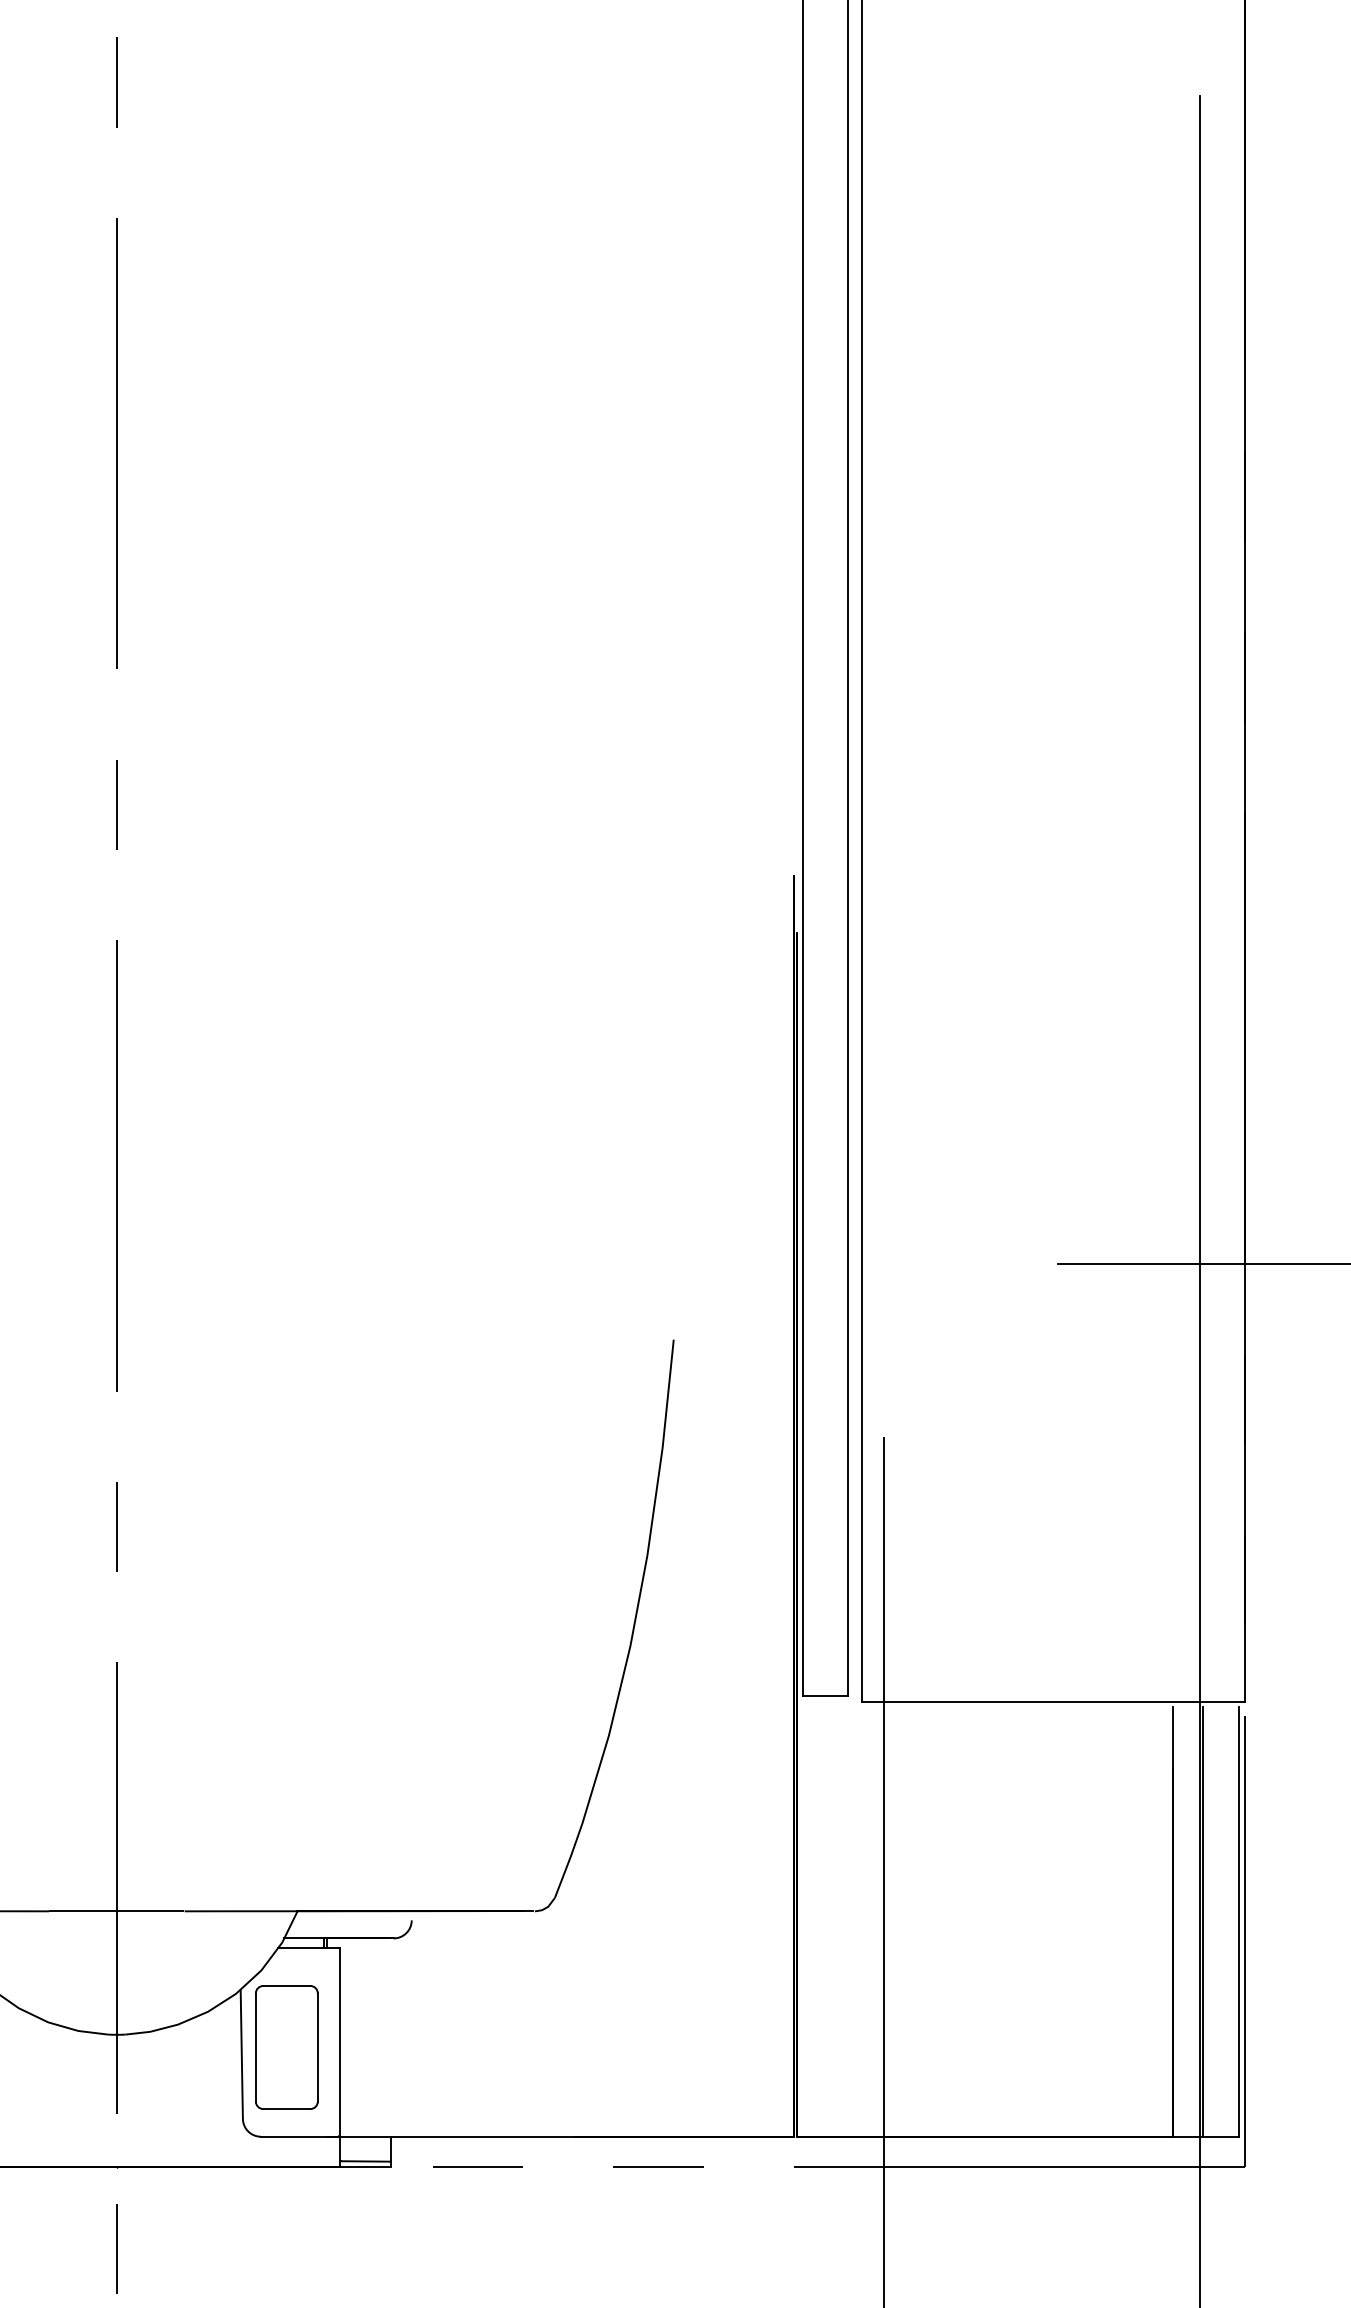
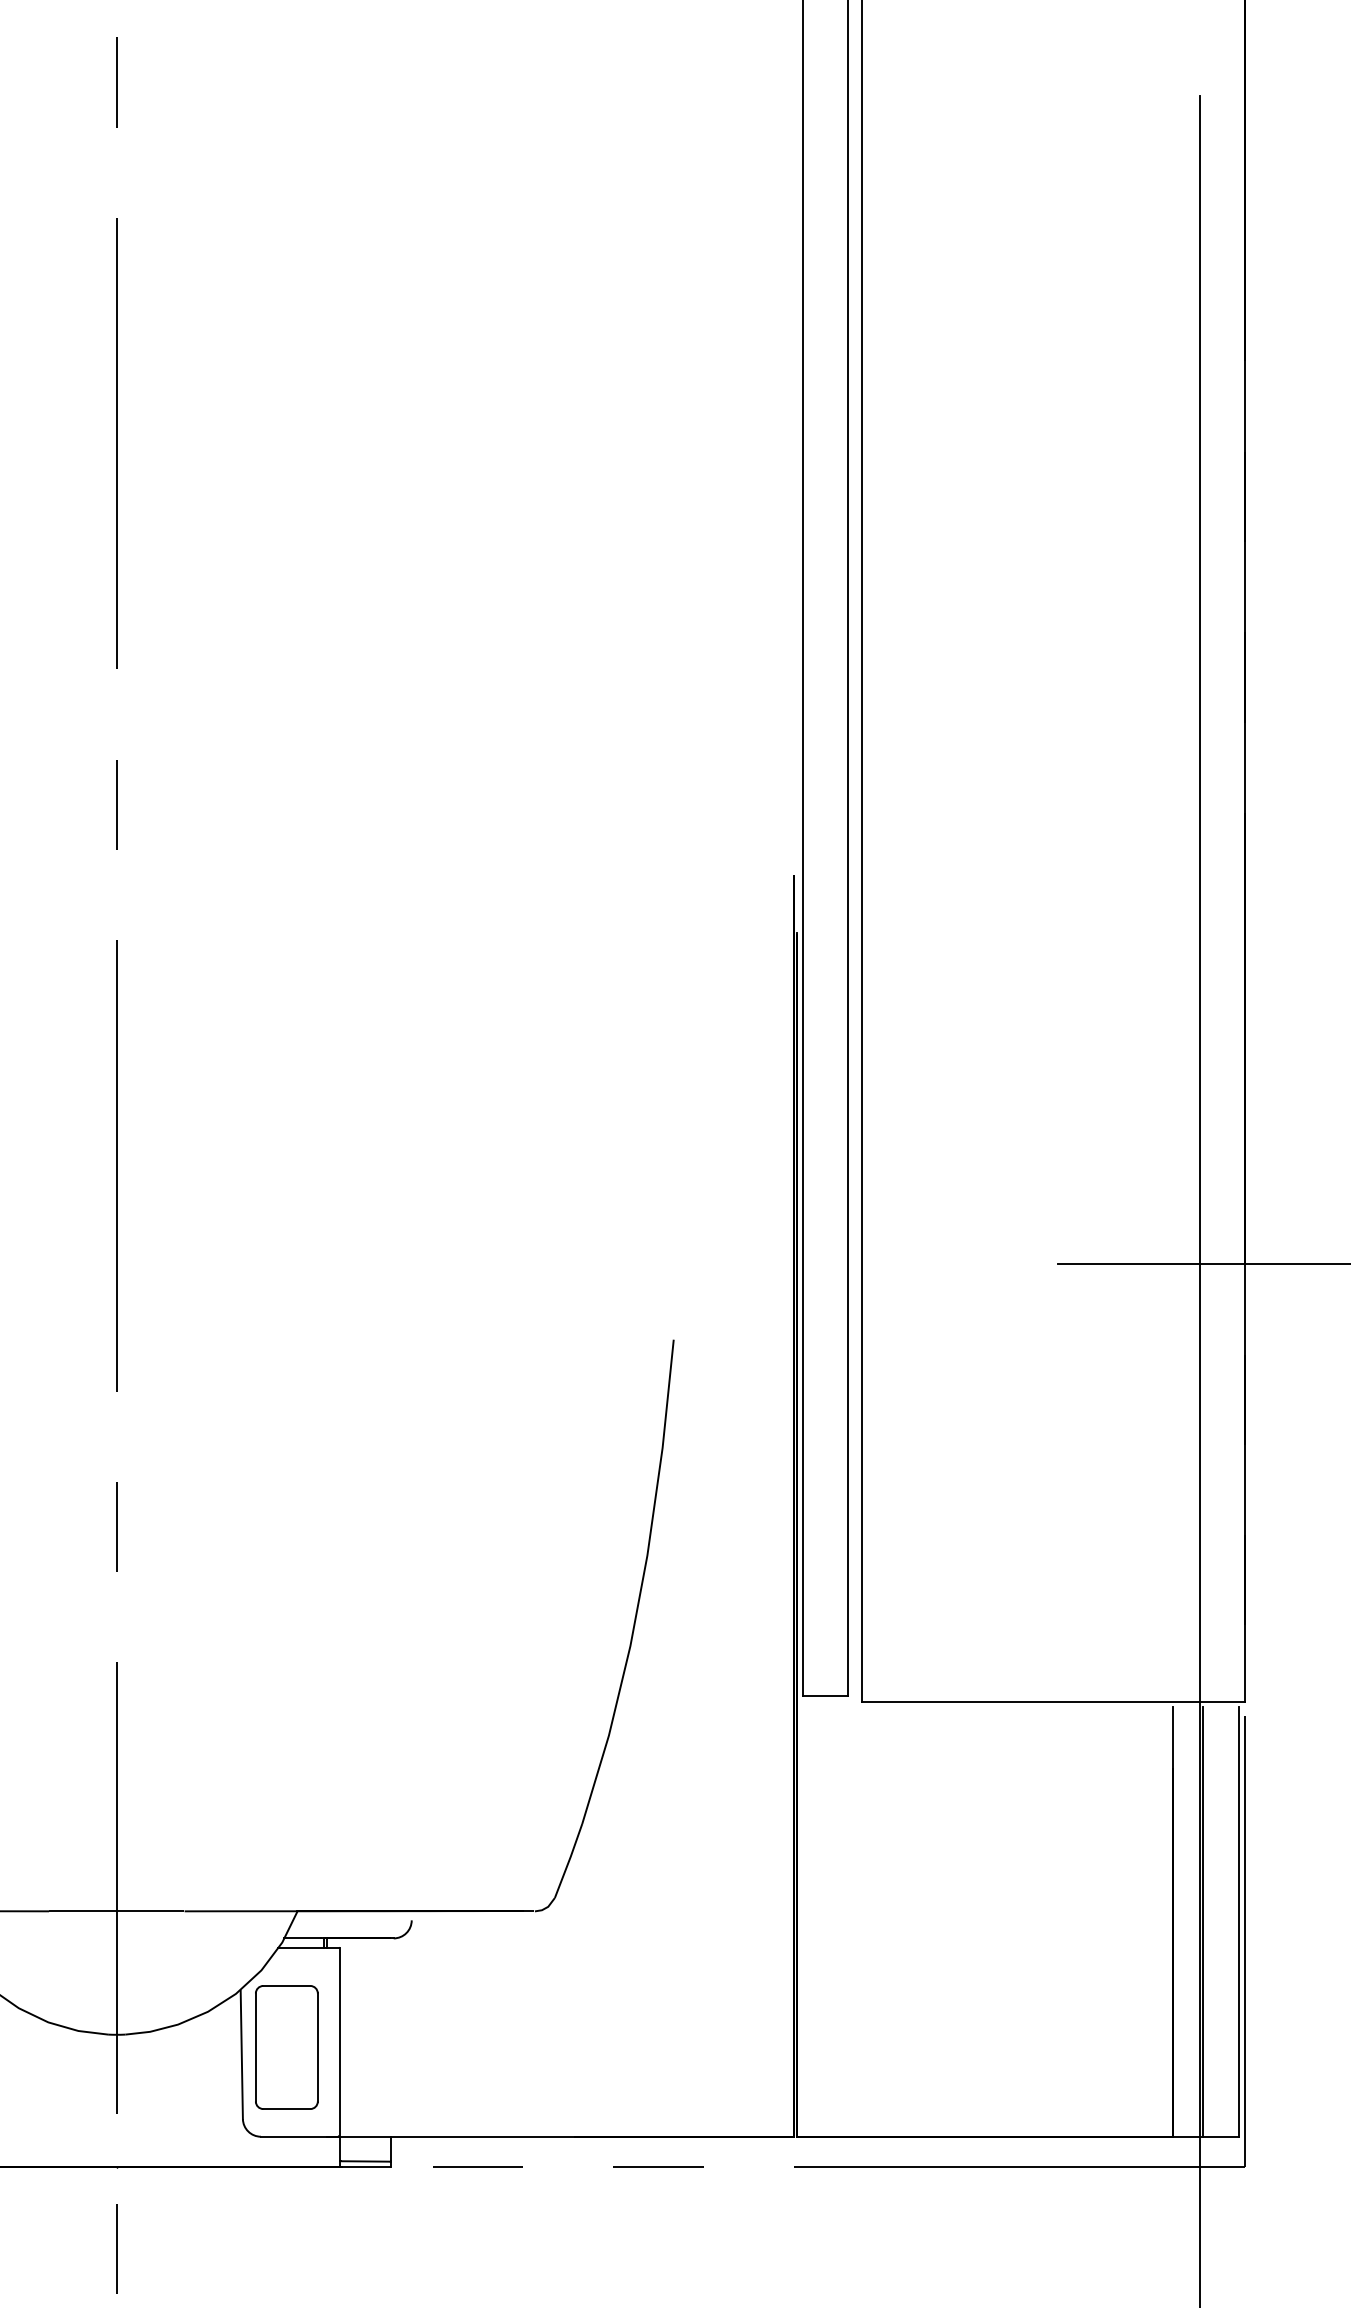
line at (884, 1871): present -> none
